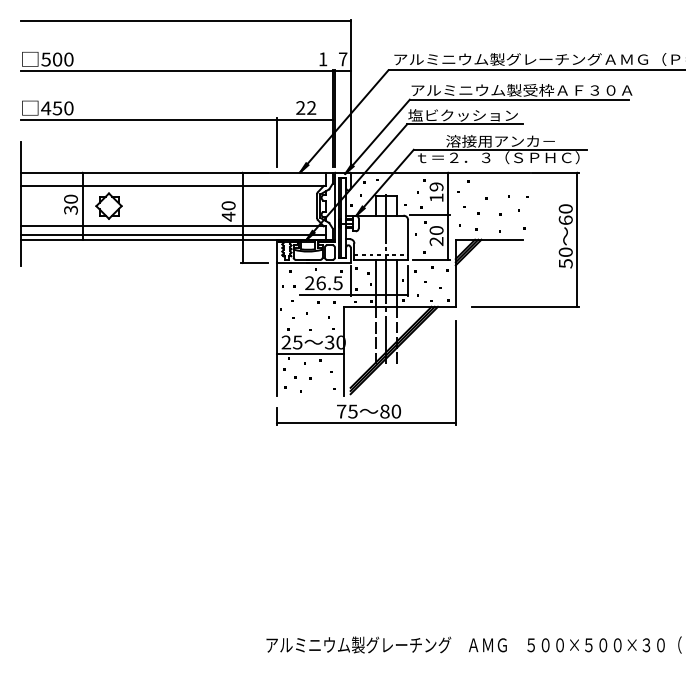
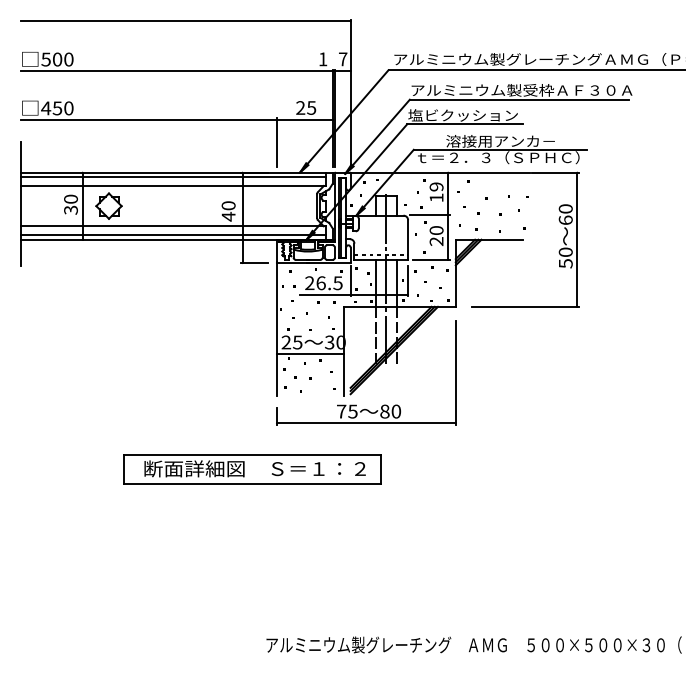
text at (311, 107): 22 -> 25
line at (173, 177): none -> present
part at (252, 469): none -> present
